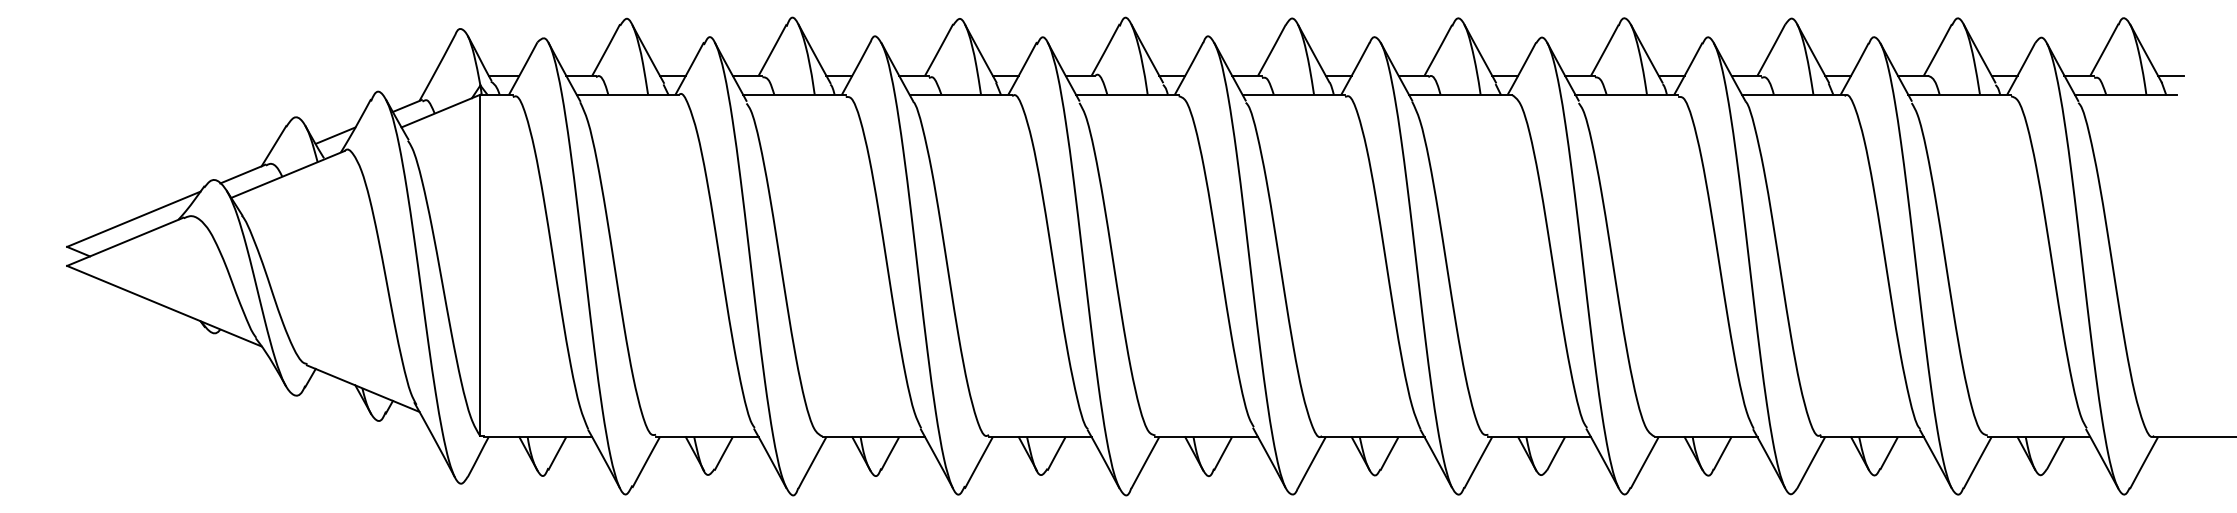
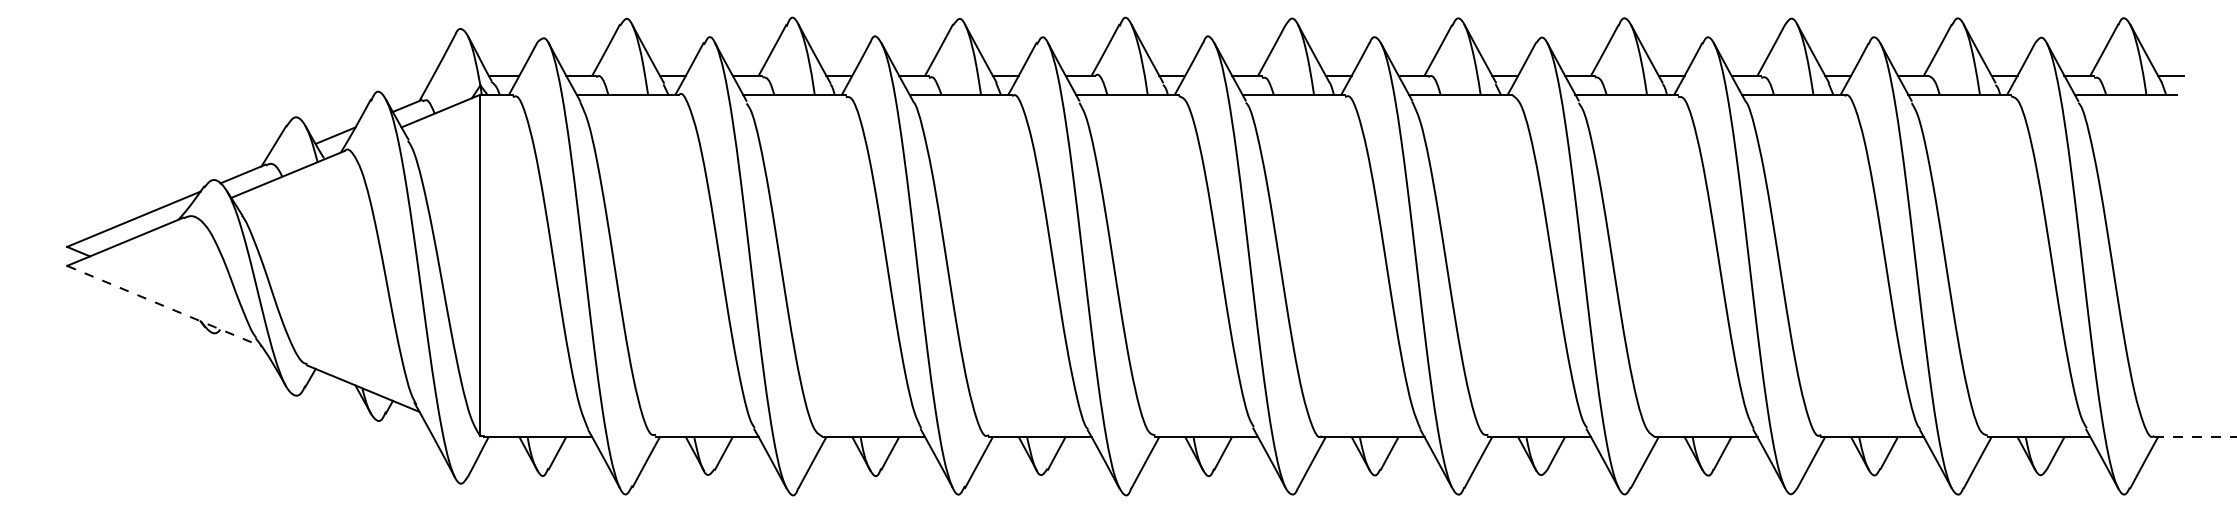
line at (164, 306): solid -> dashed
line at (2196, 437): solid -> dashed
